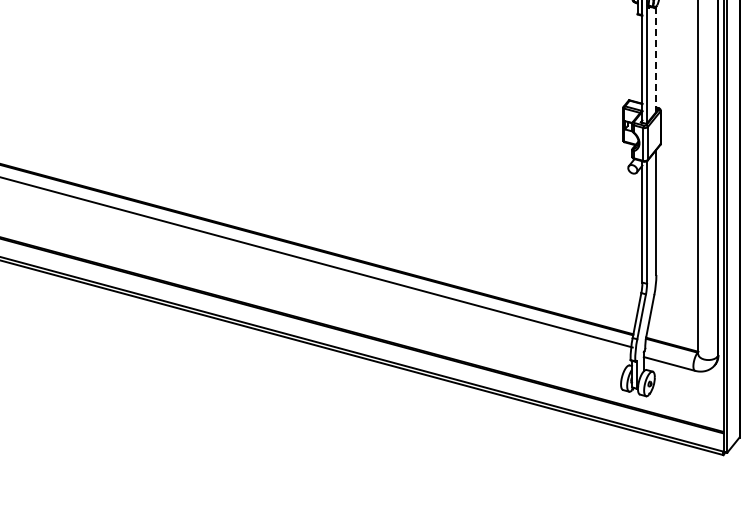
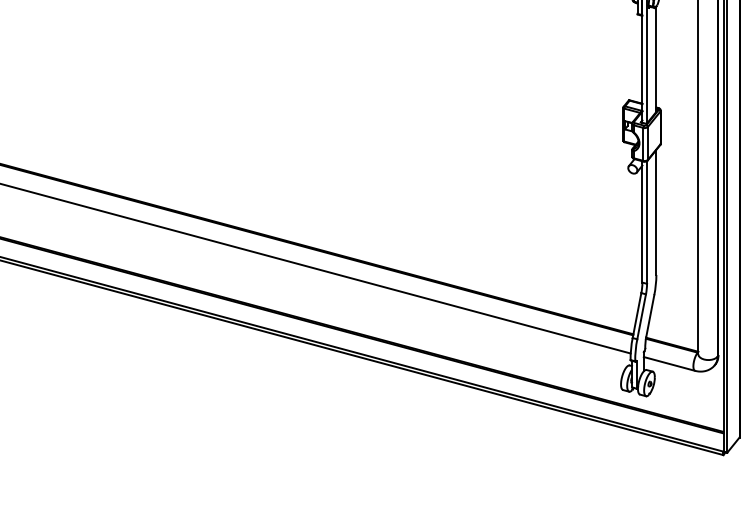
line at (656, 59): dashed -> solid
line at (317, 262) position: (317, 262) -> (316, 268)
